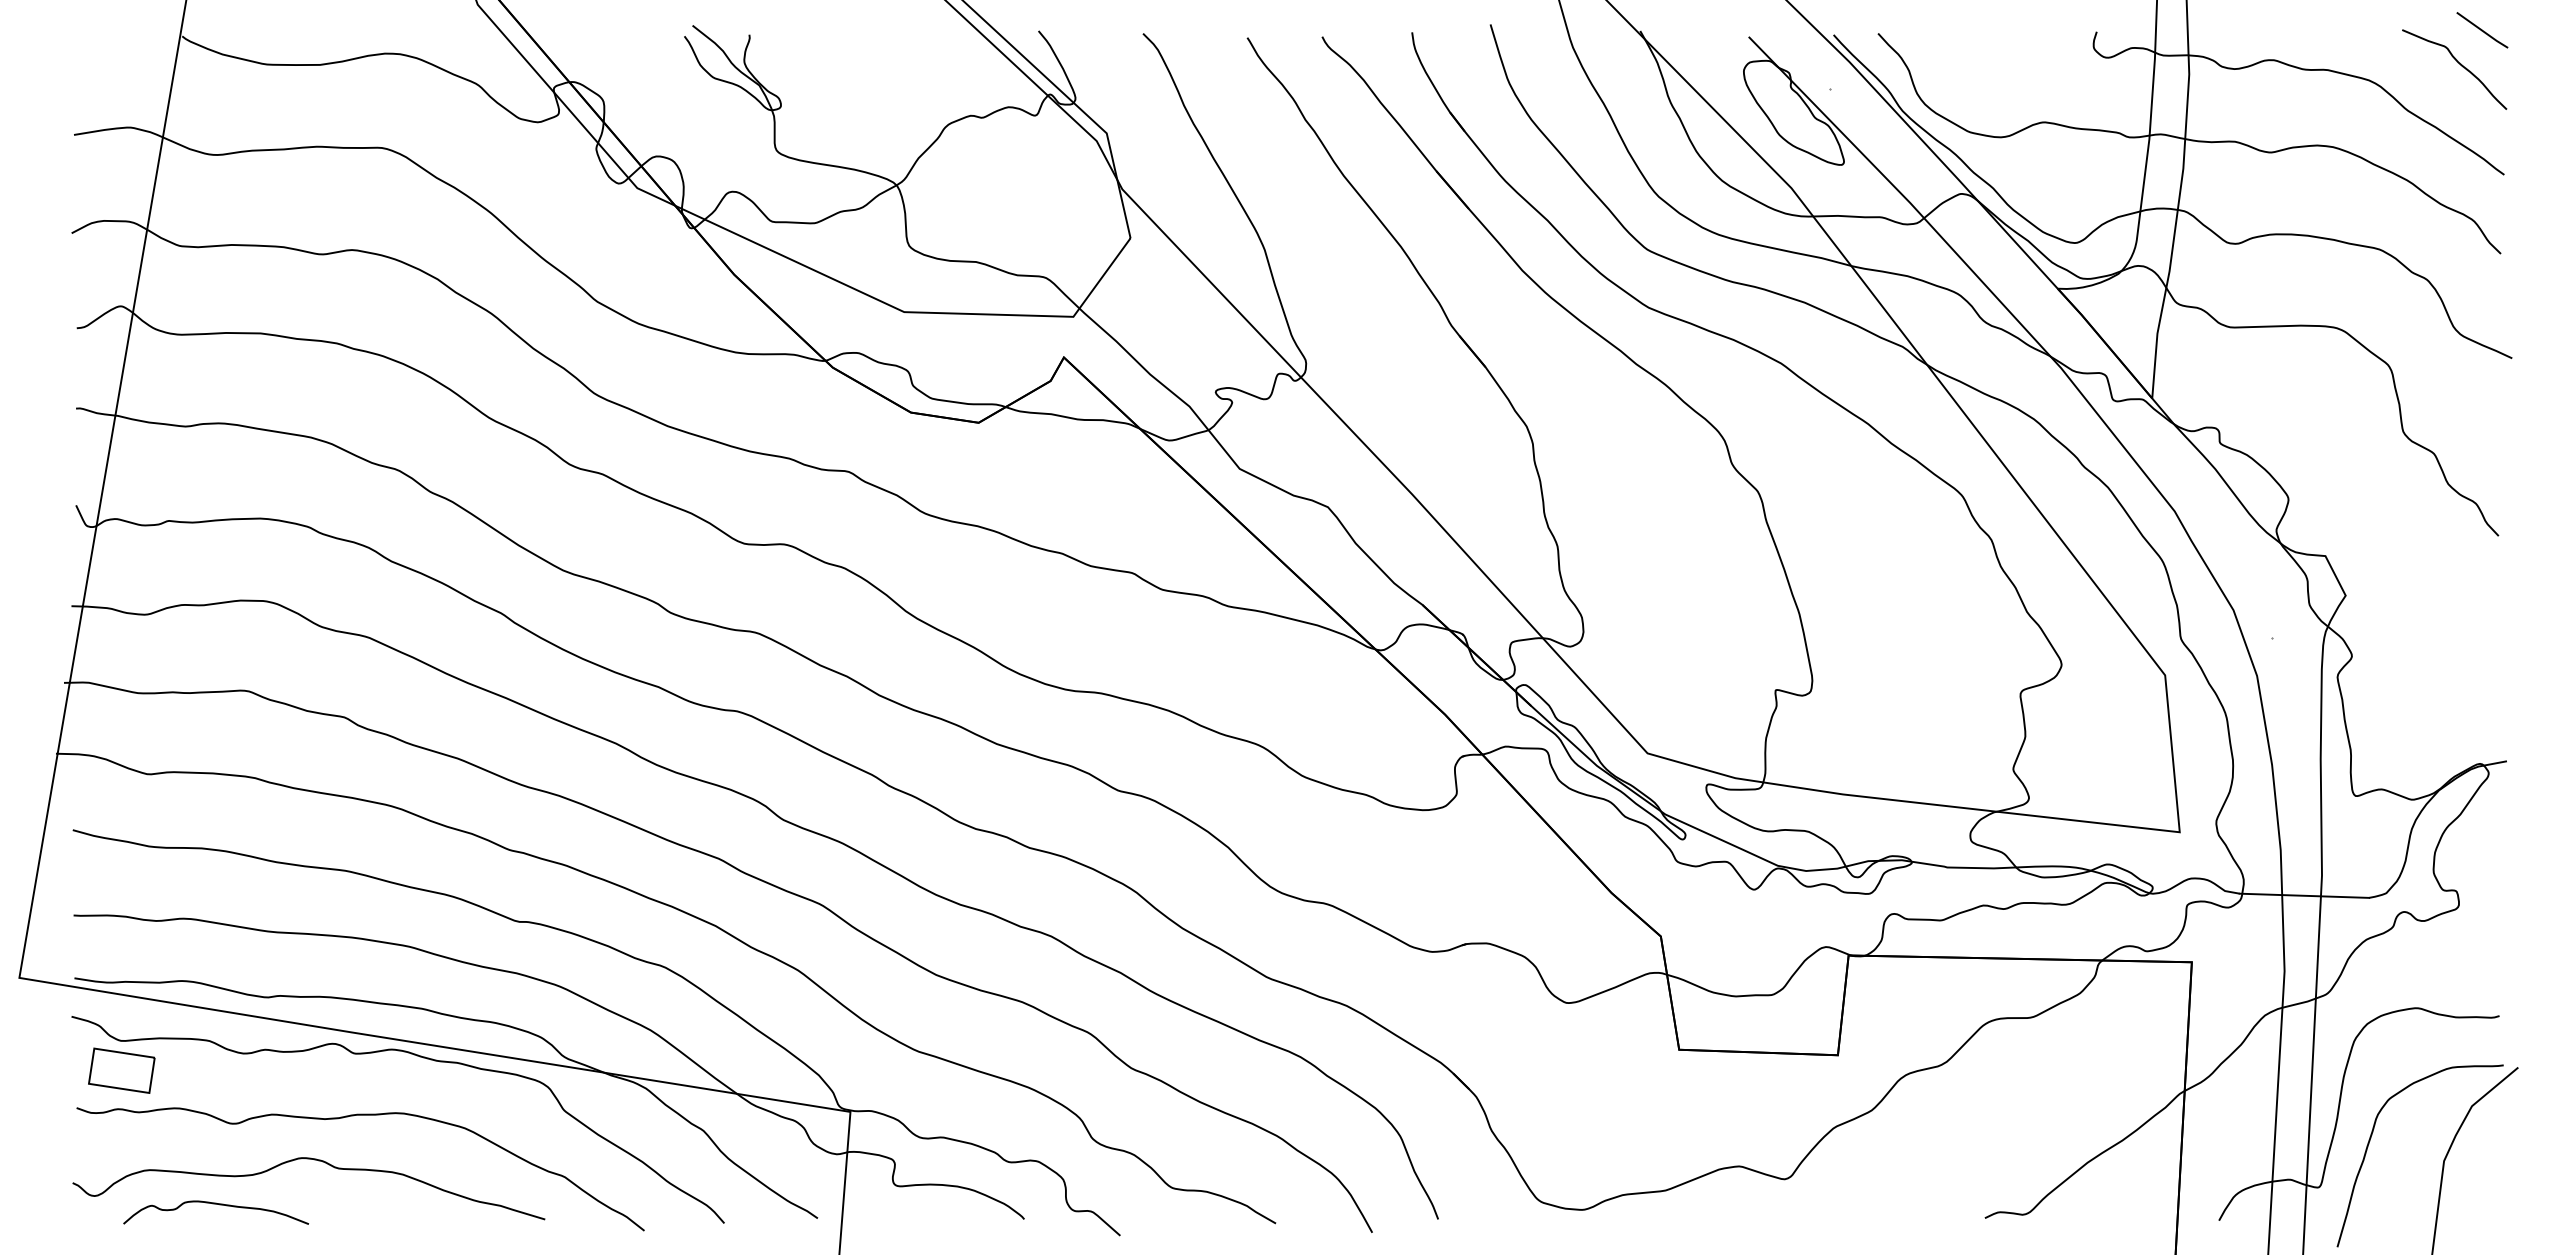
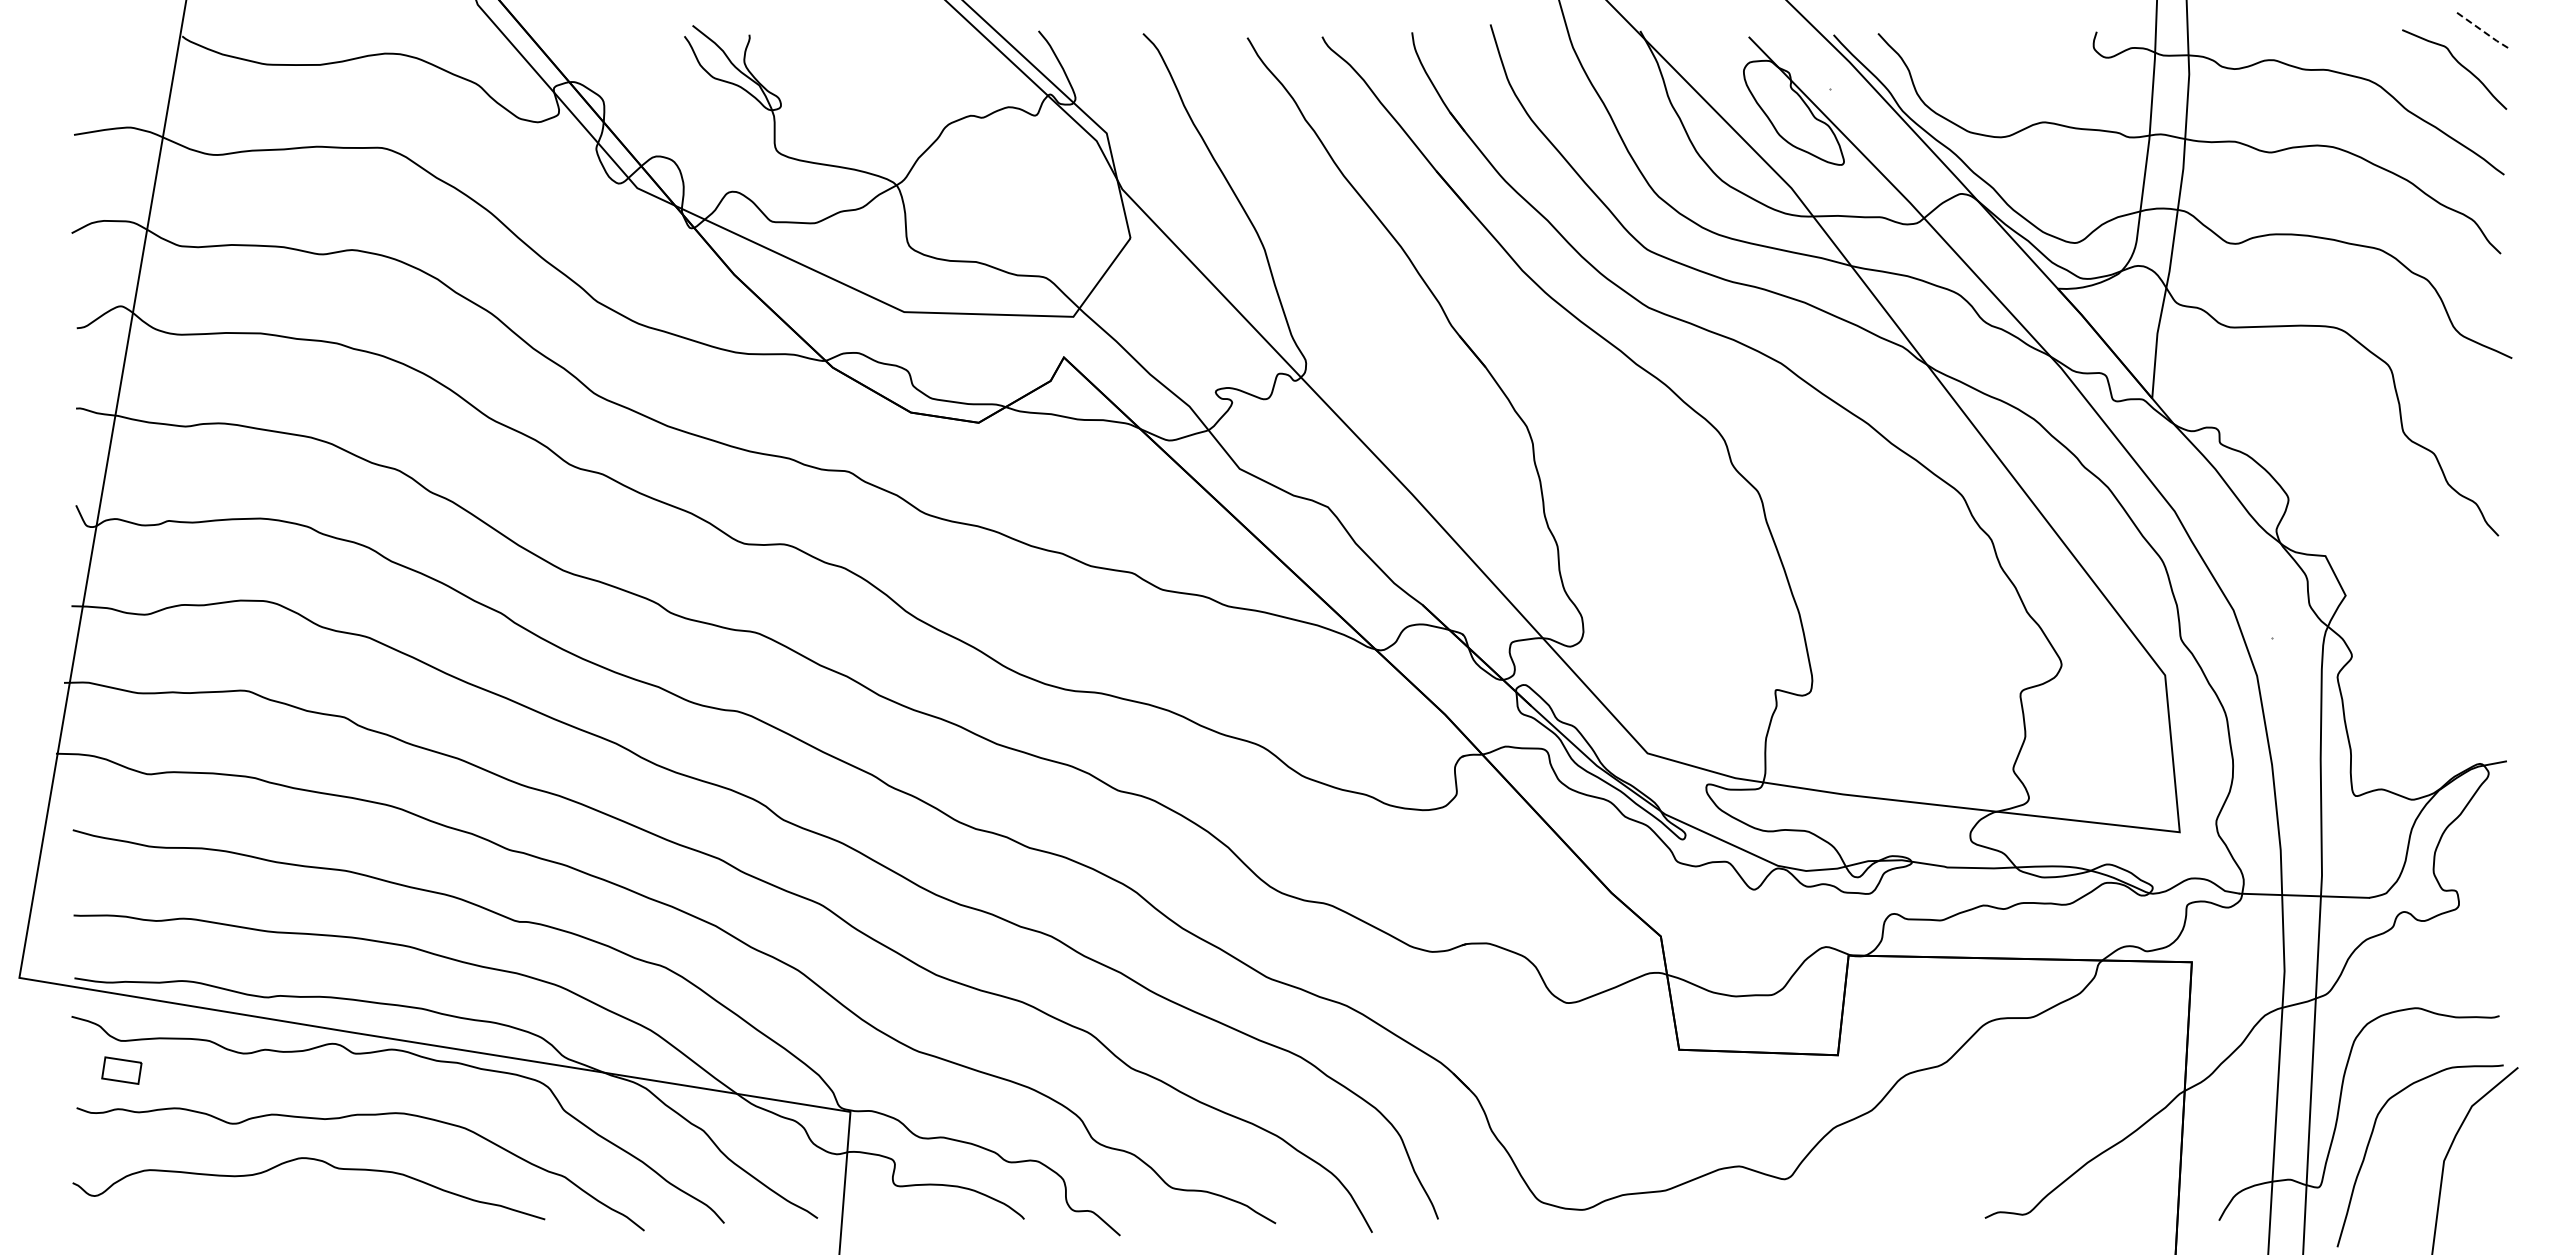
line at (2482, 30): solid -> dashed
part at (121, 1070) size: 68x47 px -> 42x29 px
curve at (215, 1204): present -> none
